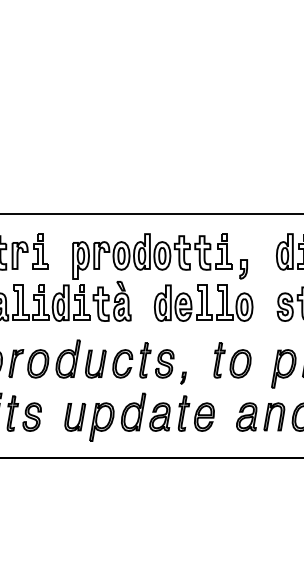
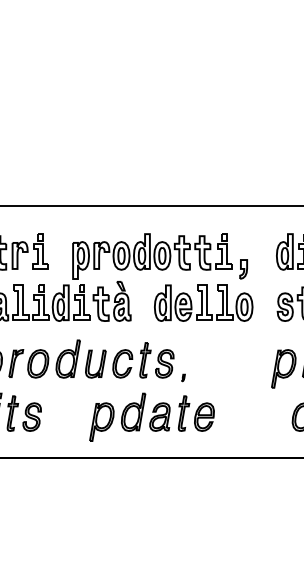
line at (151, 213) position: (151, 213) -> (151, 205)
part at (232, 360): present -> none
part at (183, 377) size: 7x14 px -> 5x10 px
part at (260, 416): present -> none
part at (75, 417): present -> none
